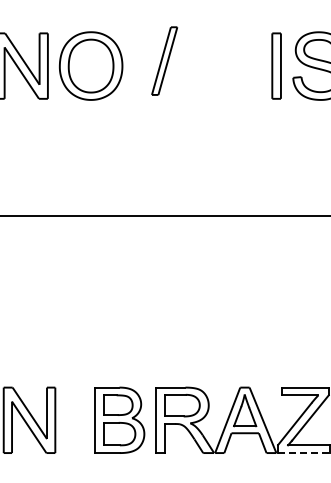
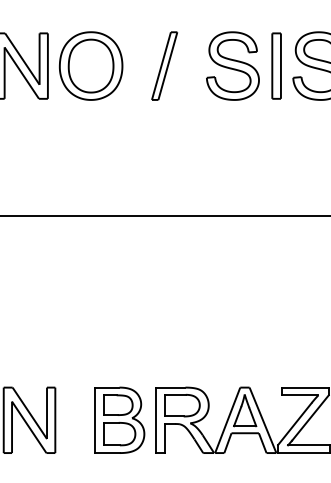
part at (164, 60) position: (164, 60) -> (164, 65)
part at (232, 65): none -> present
line at (303, 453): dashed -> solid
